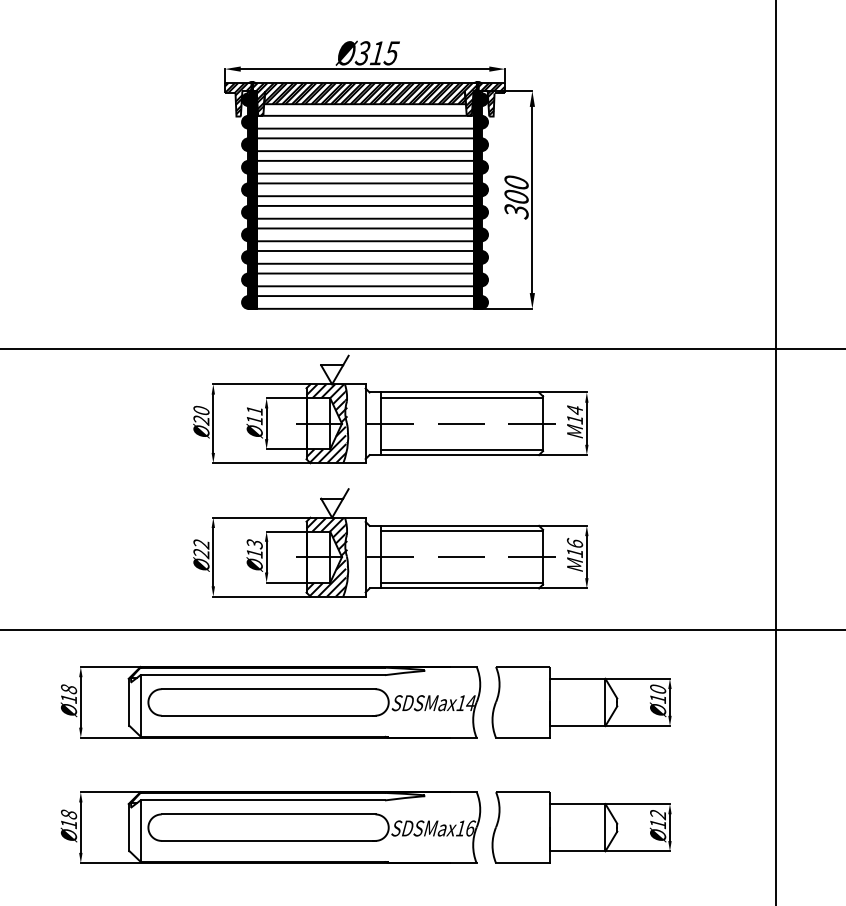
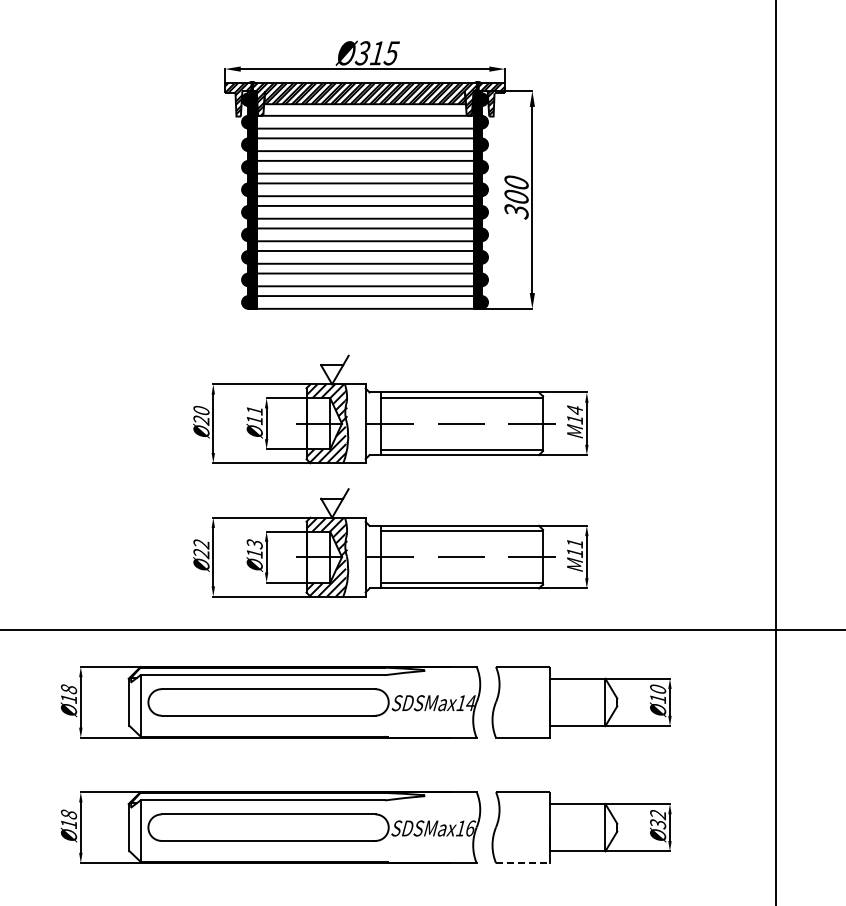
line at (422, 349): present -> none
text at (574, 542): 16 -> 11
text at (658, 824): Ø12 -> Ø32
line at (523, 863): solid -> dashed
